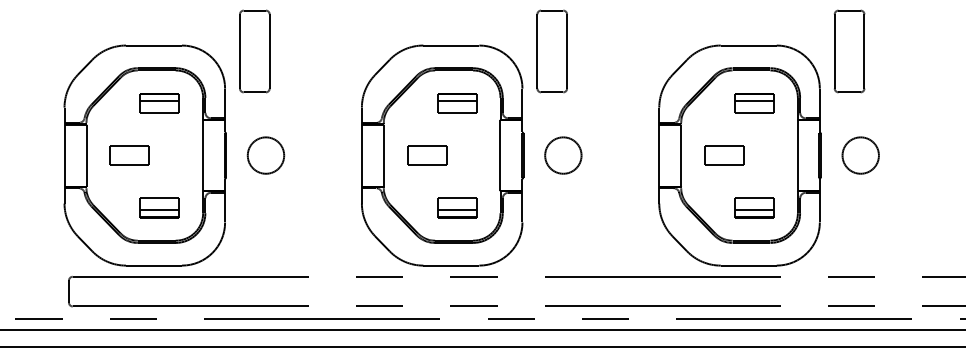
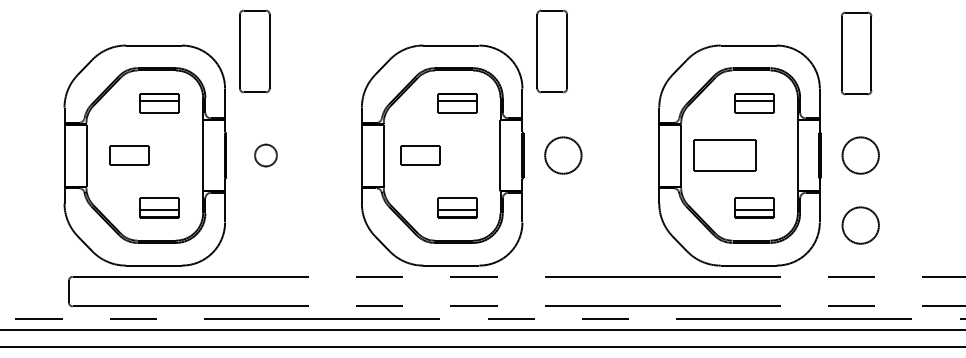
part at (849, 51) position: (849, 51) -> (856, 53)
circle at (265, 155) size: 40x39 px -> 24x25 px
part at (427, 155) position: (427, 155) -> (420, 155)
part at (724, 155) size: 41x21 px -> 64x33 px
circle at (860, 225): none -> present
